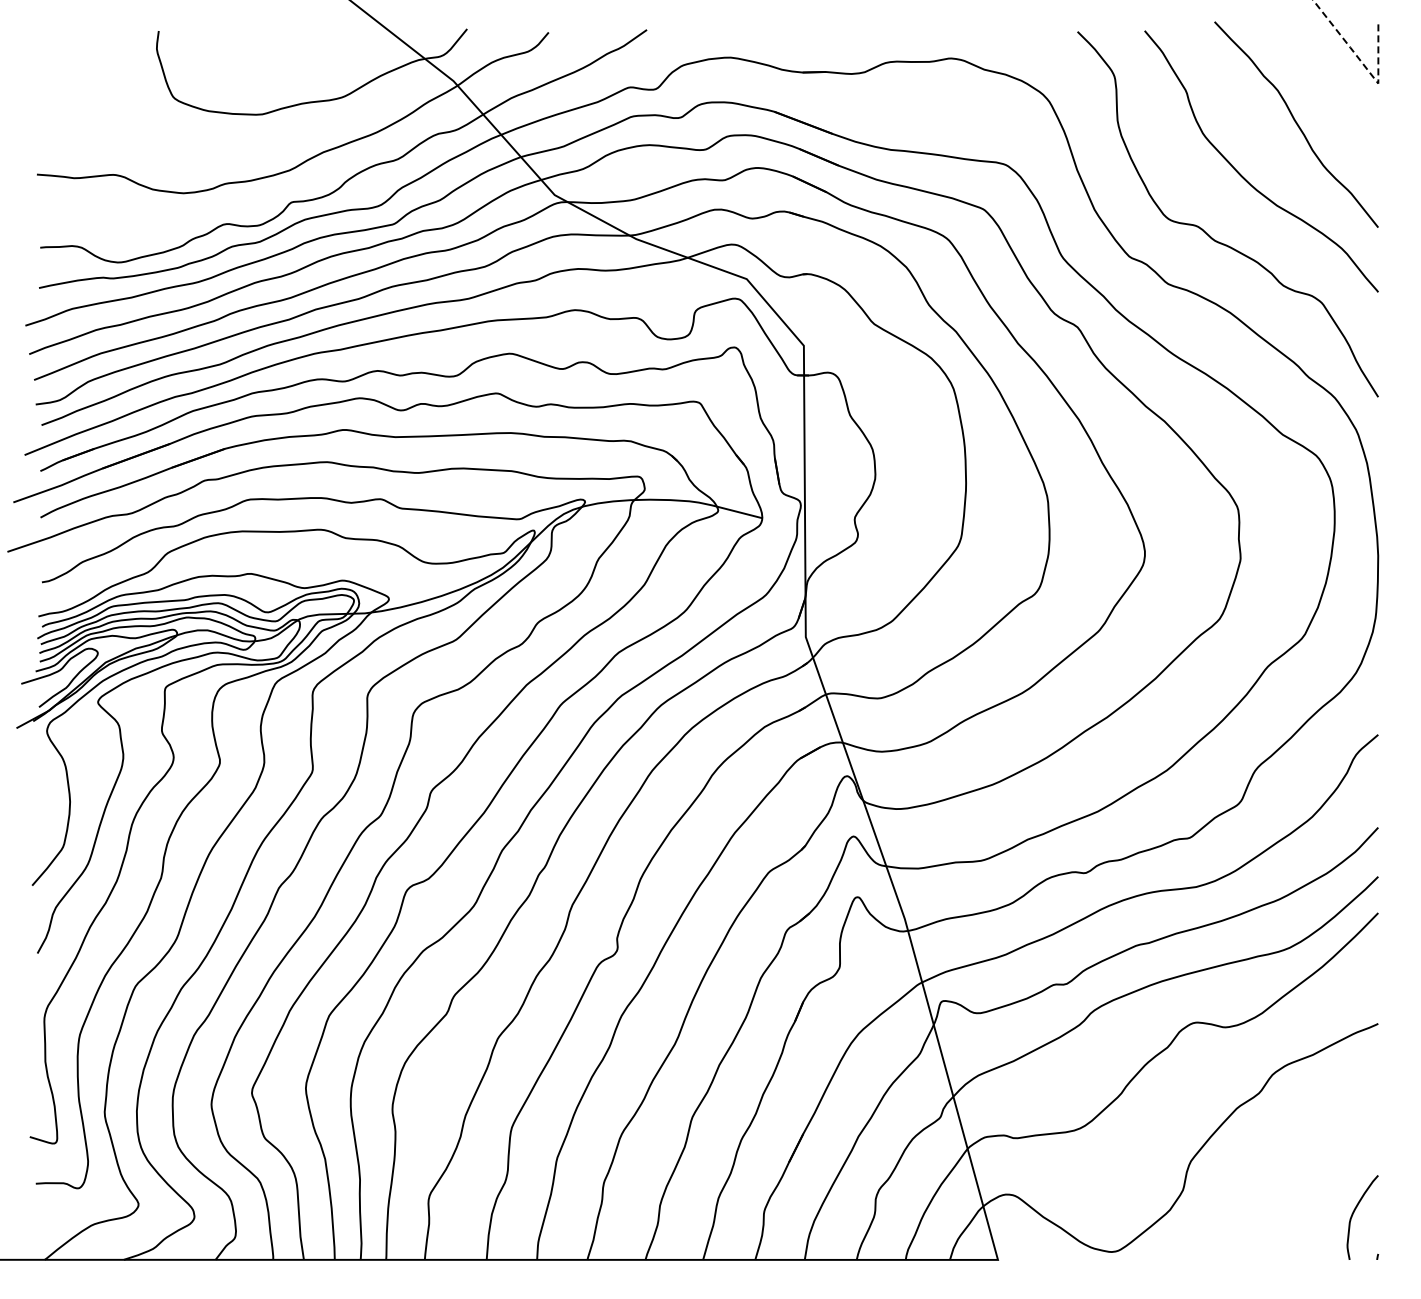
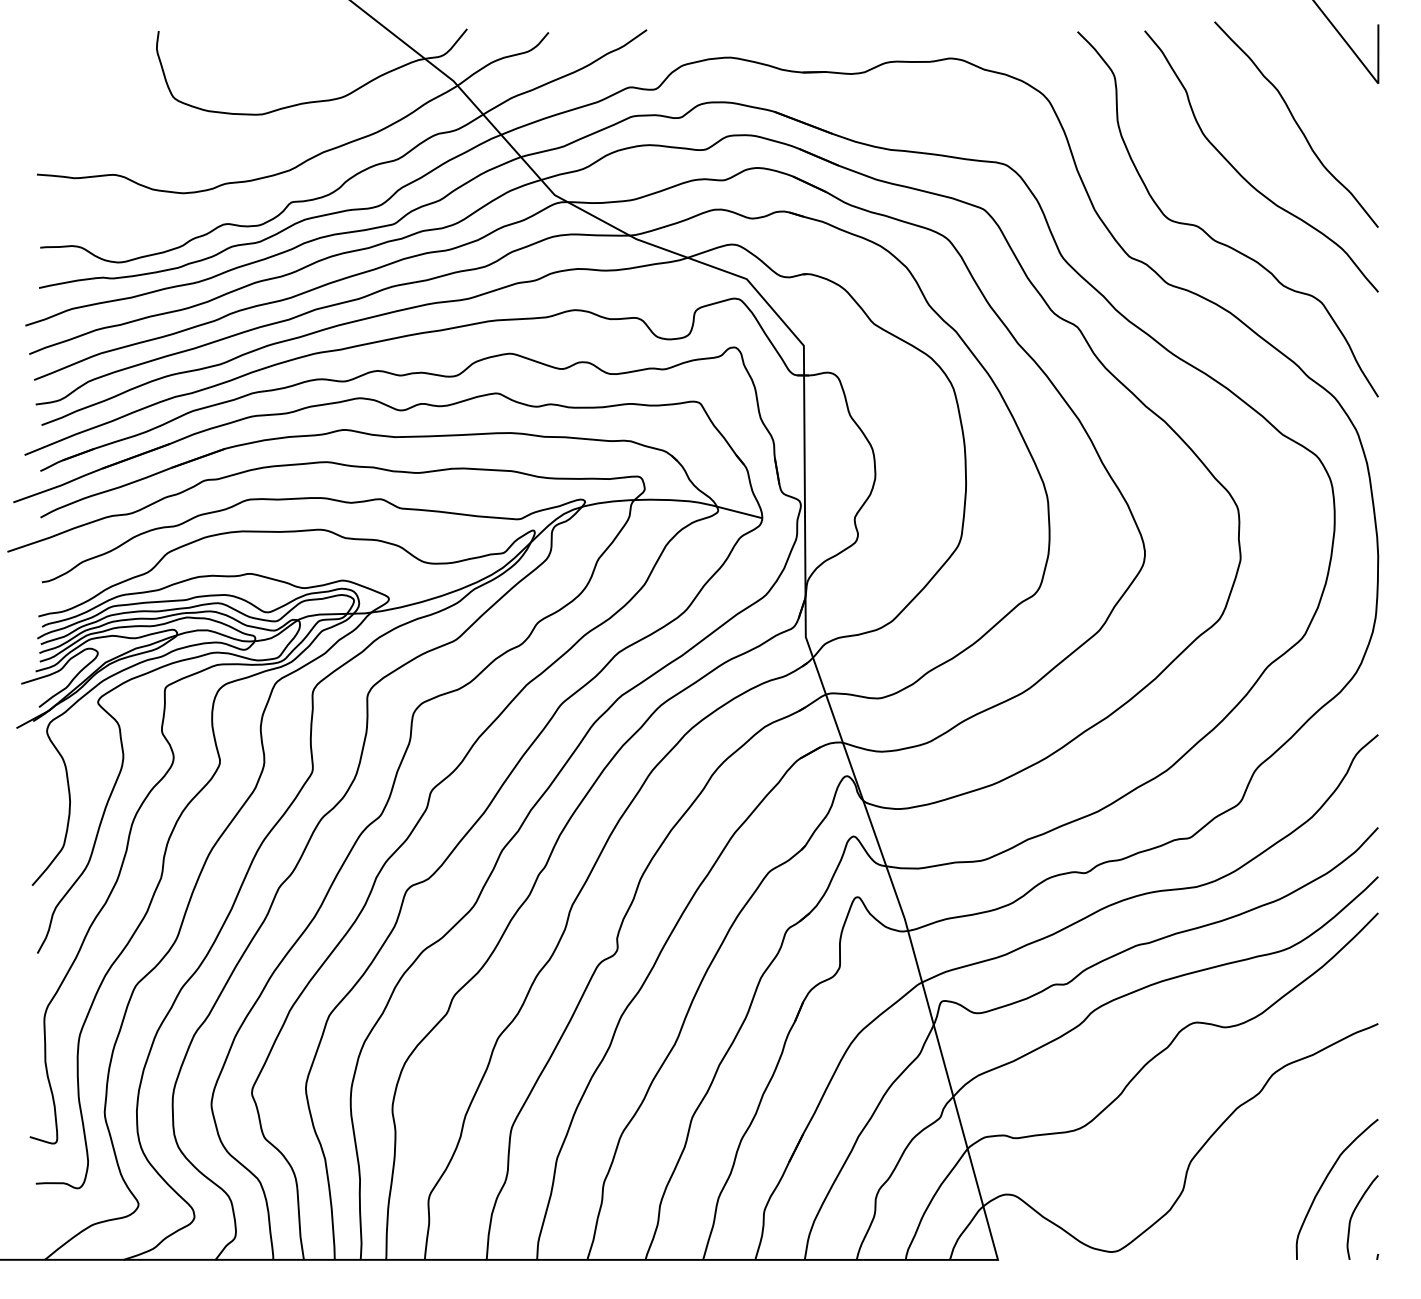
line at (1364, 65): dashed -> solid
curve at (1324, 1183): none -> present
